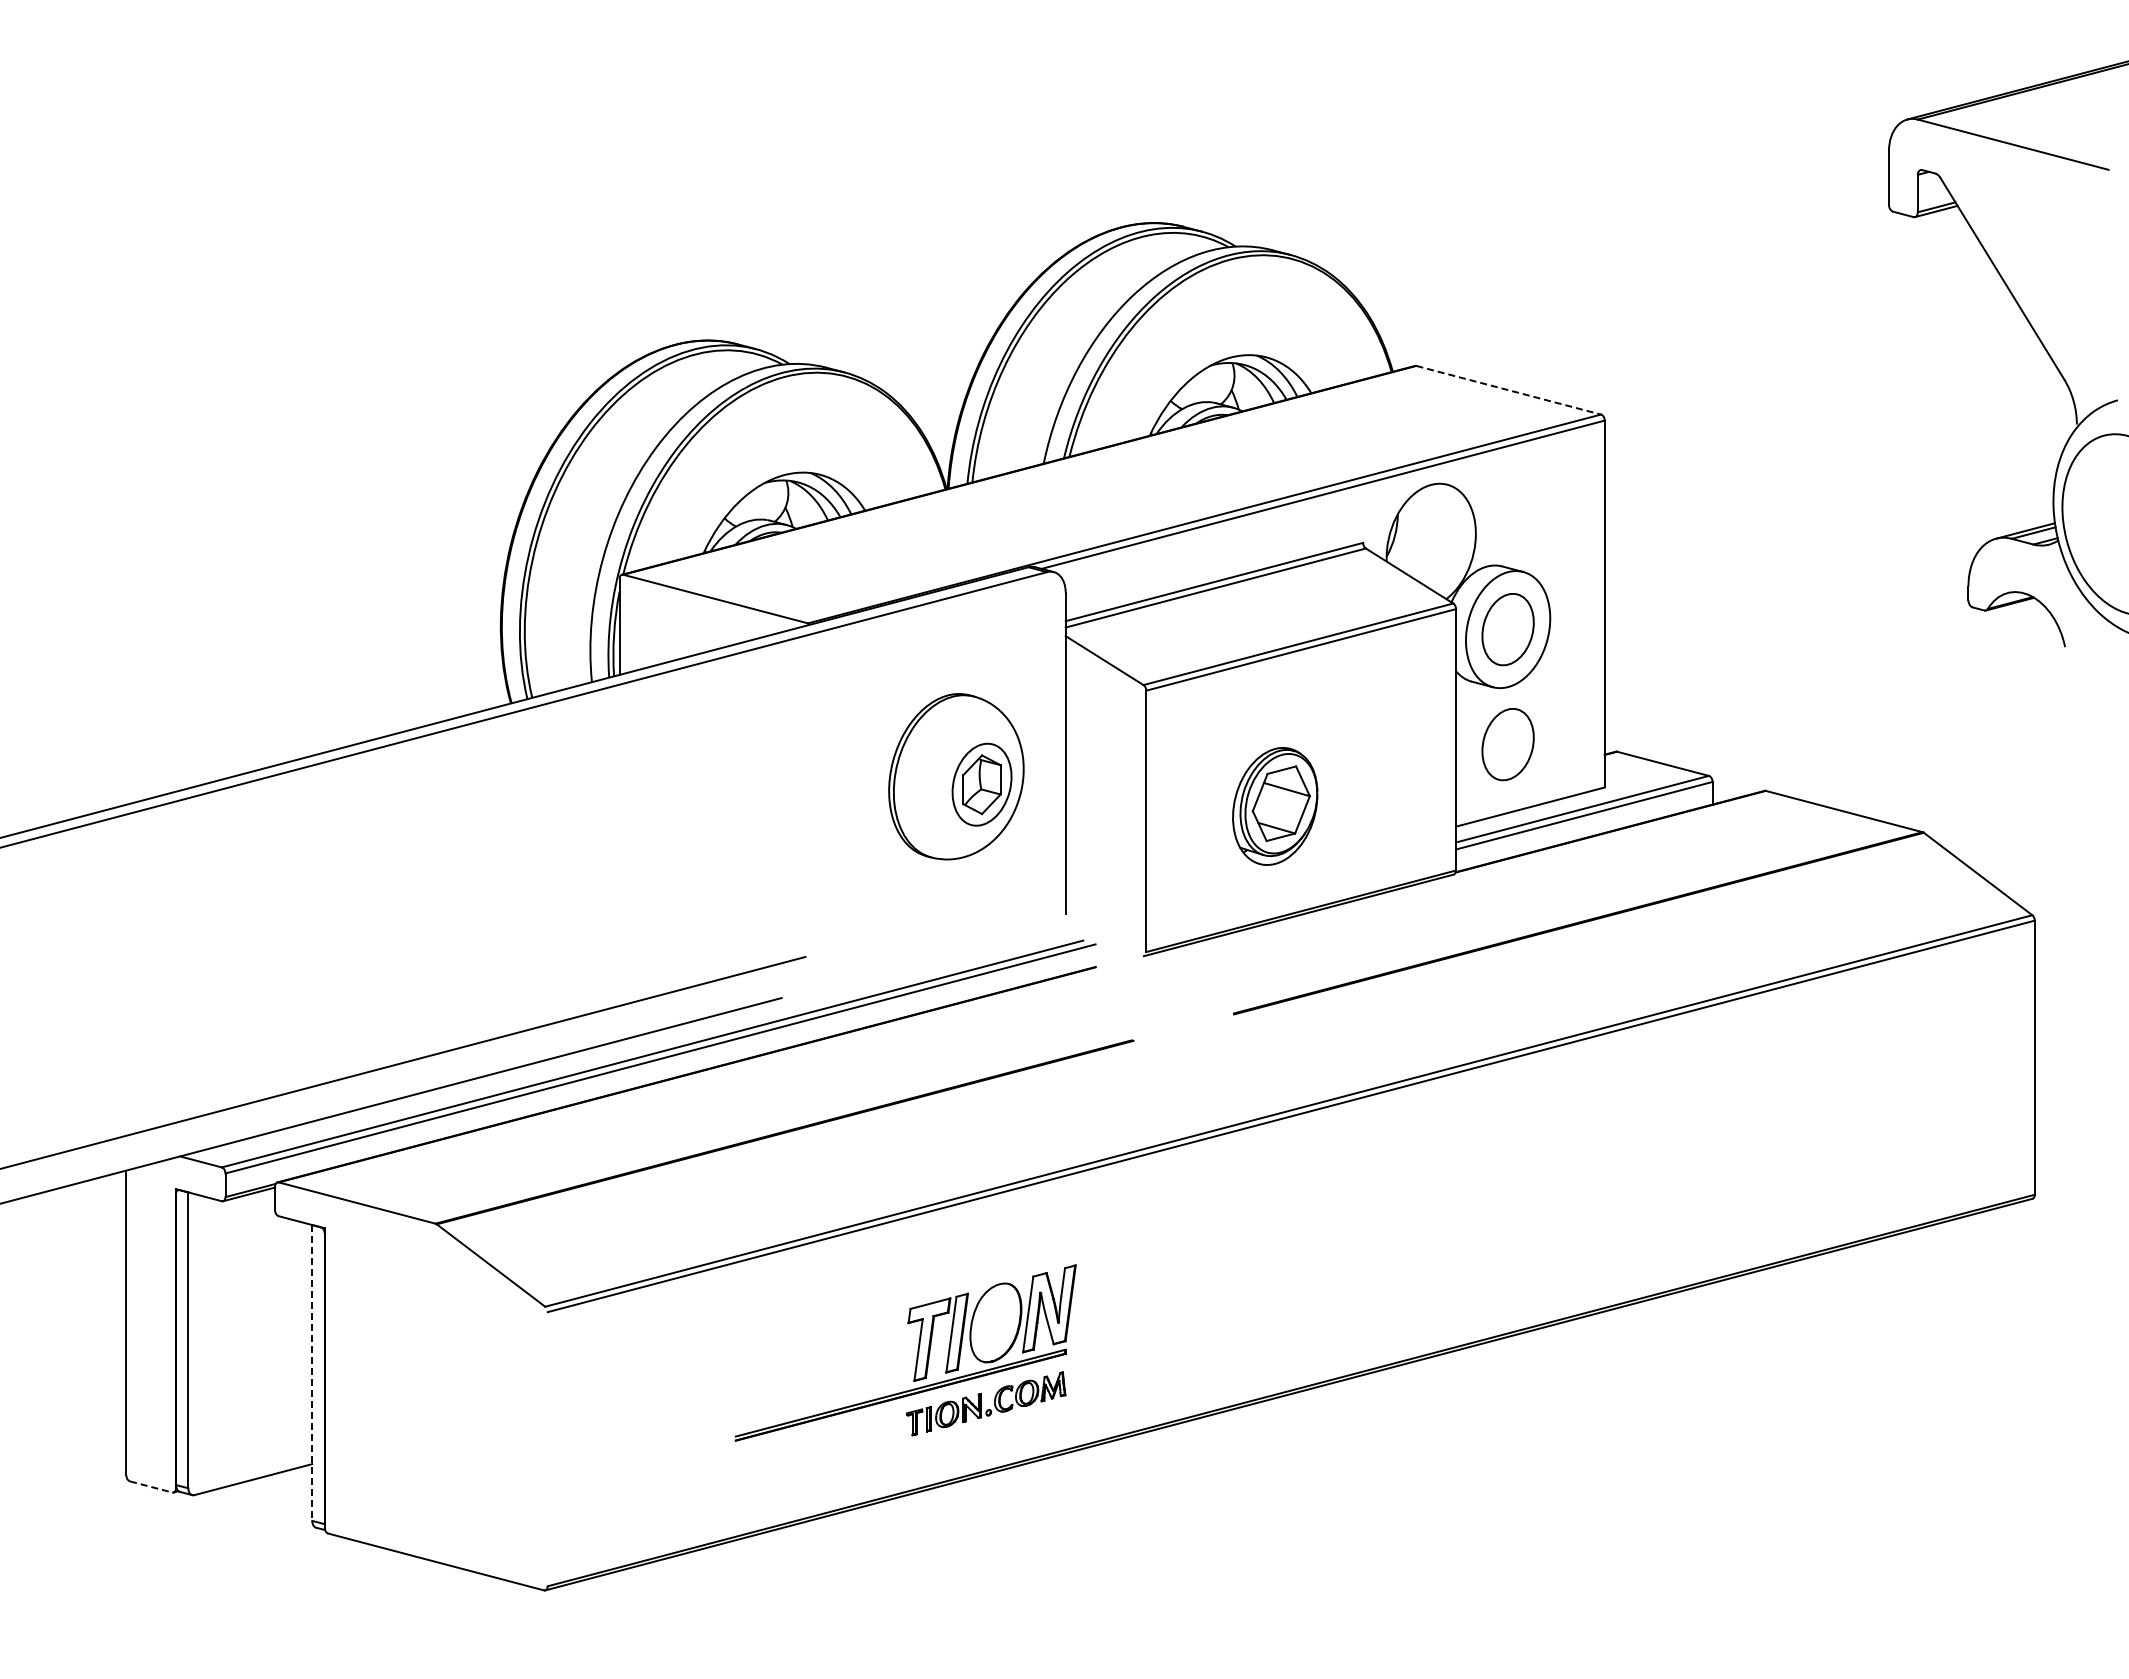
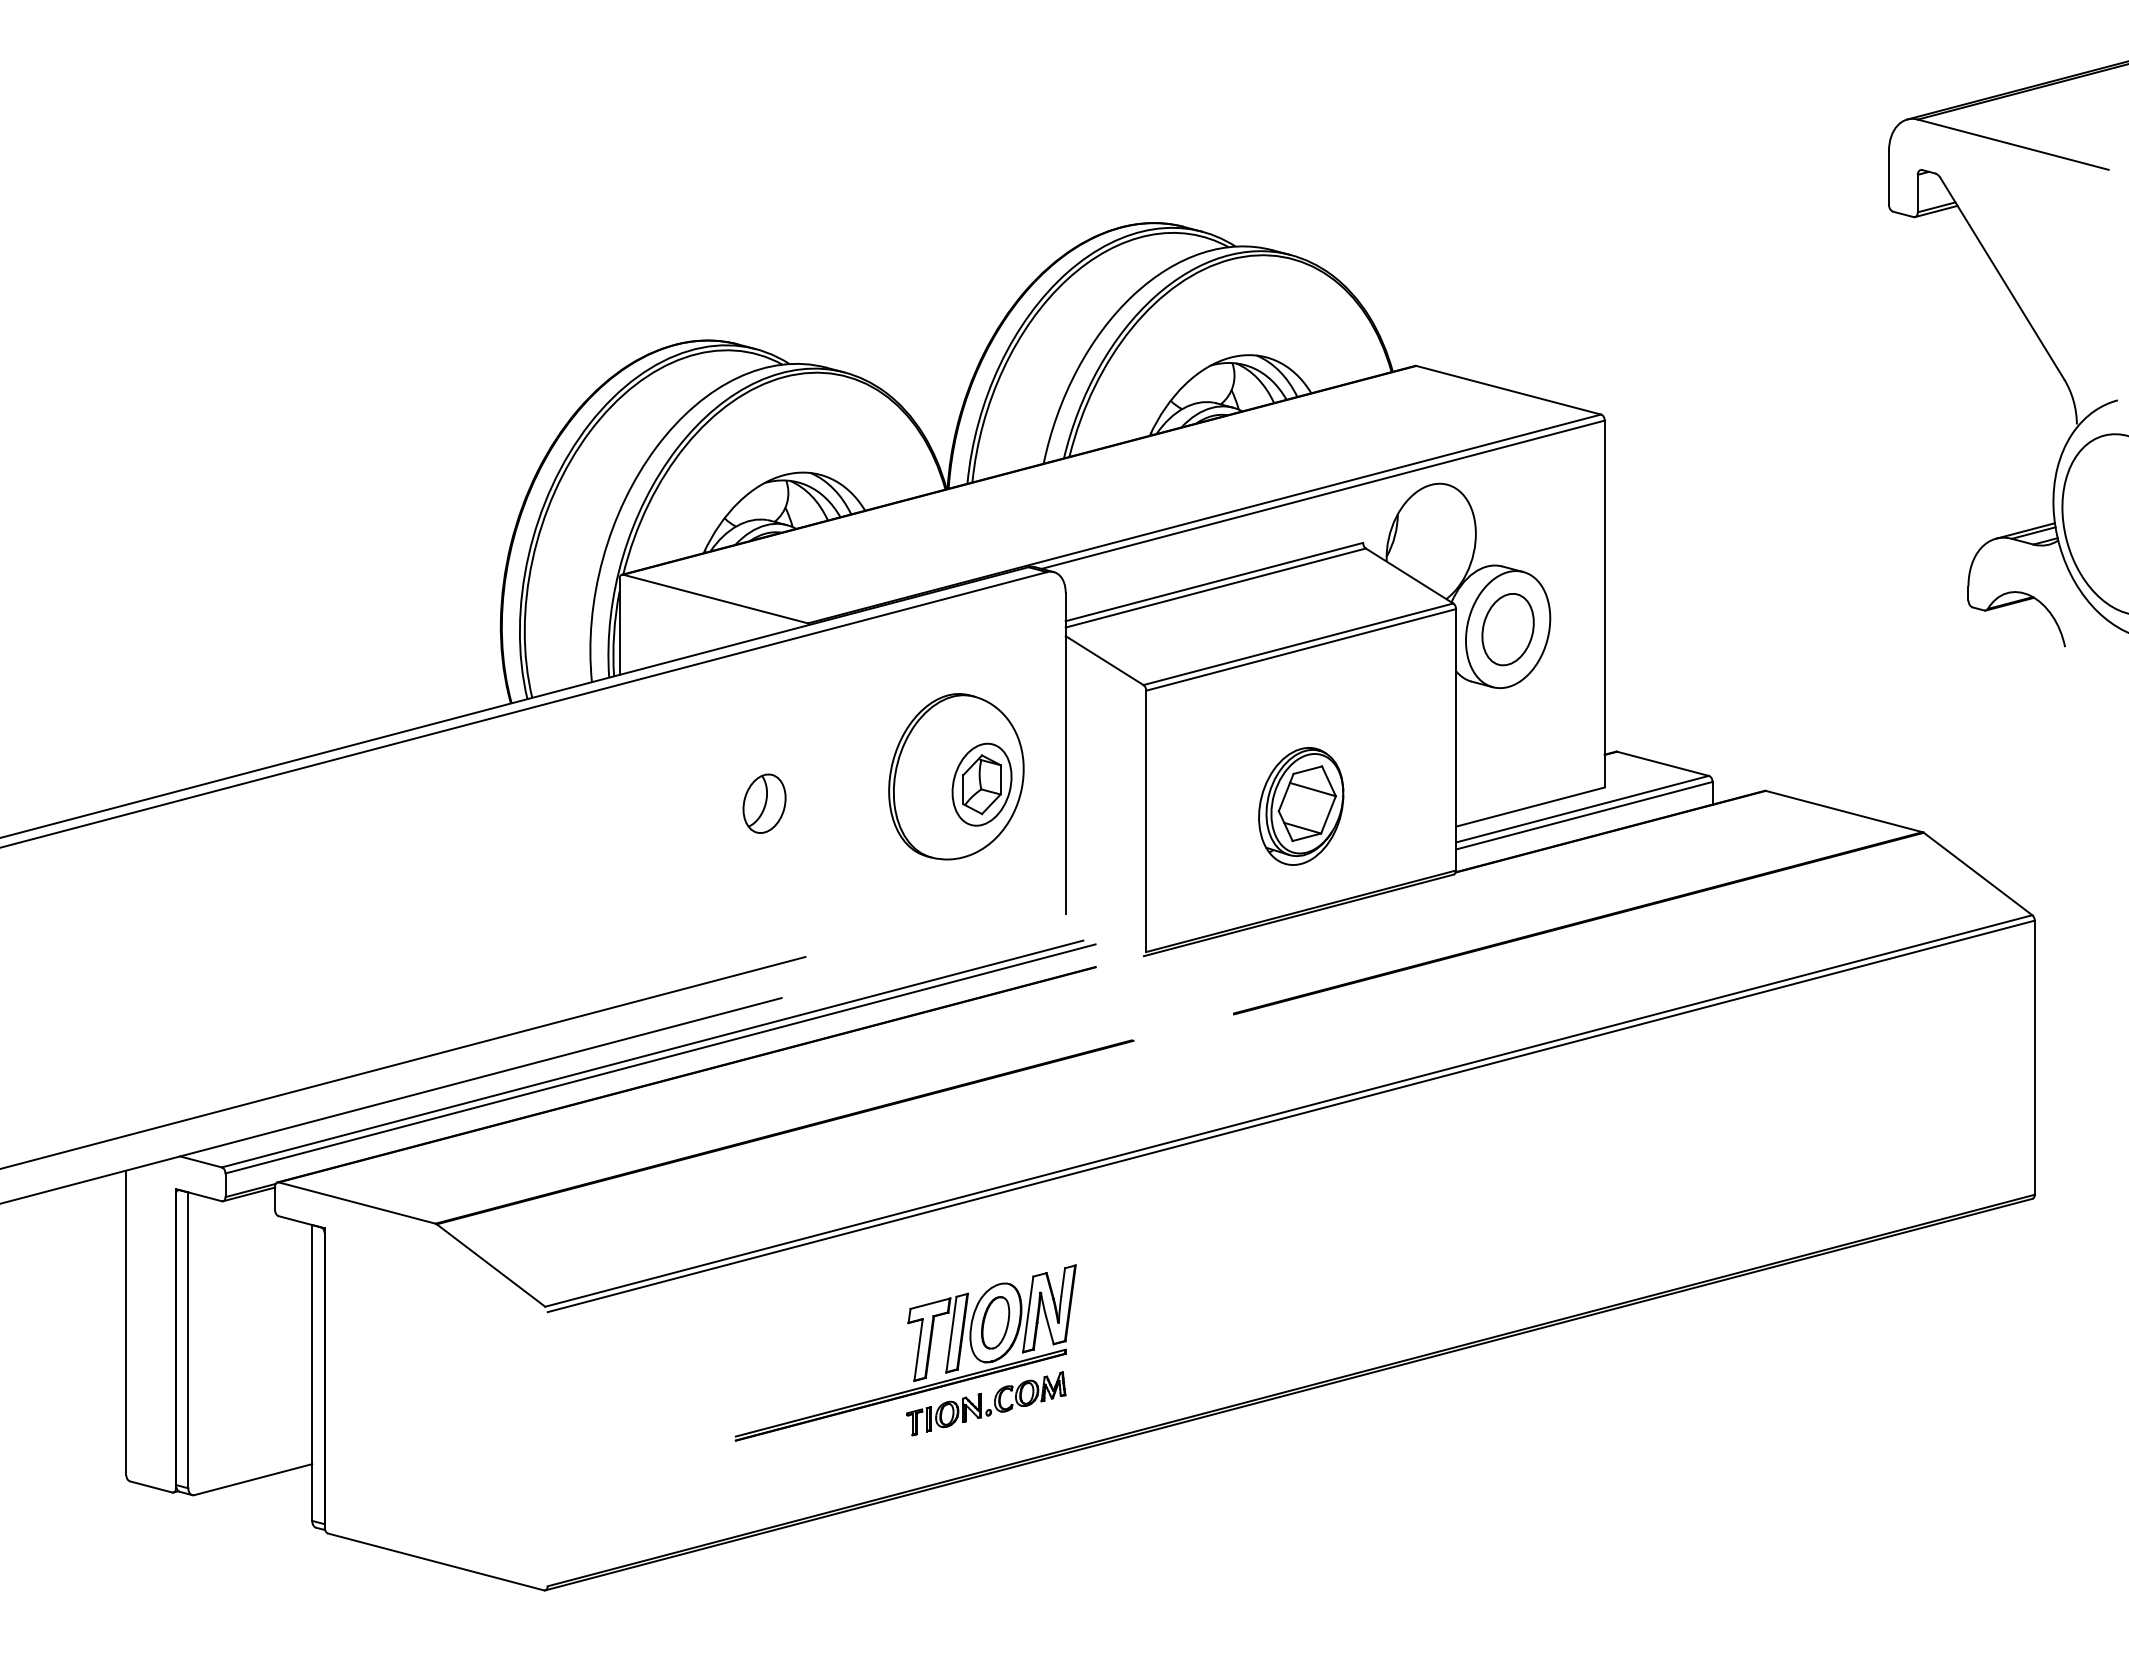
line at (1509, 390): dashed -> solid
part at (1507, 744): present -> none
part at (764, 803): none -> present
part at (1275, 805) position: (1275, 805) -> (1301, 805)
part at (995, 1322): none -> present
line at (312, 1372): dashed -> solid
line at (151, 1486): dashed -> solid
